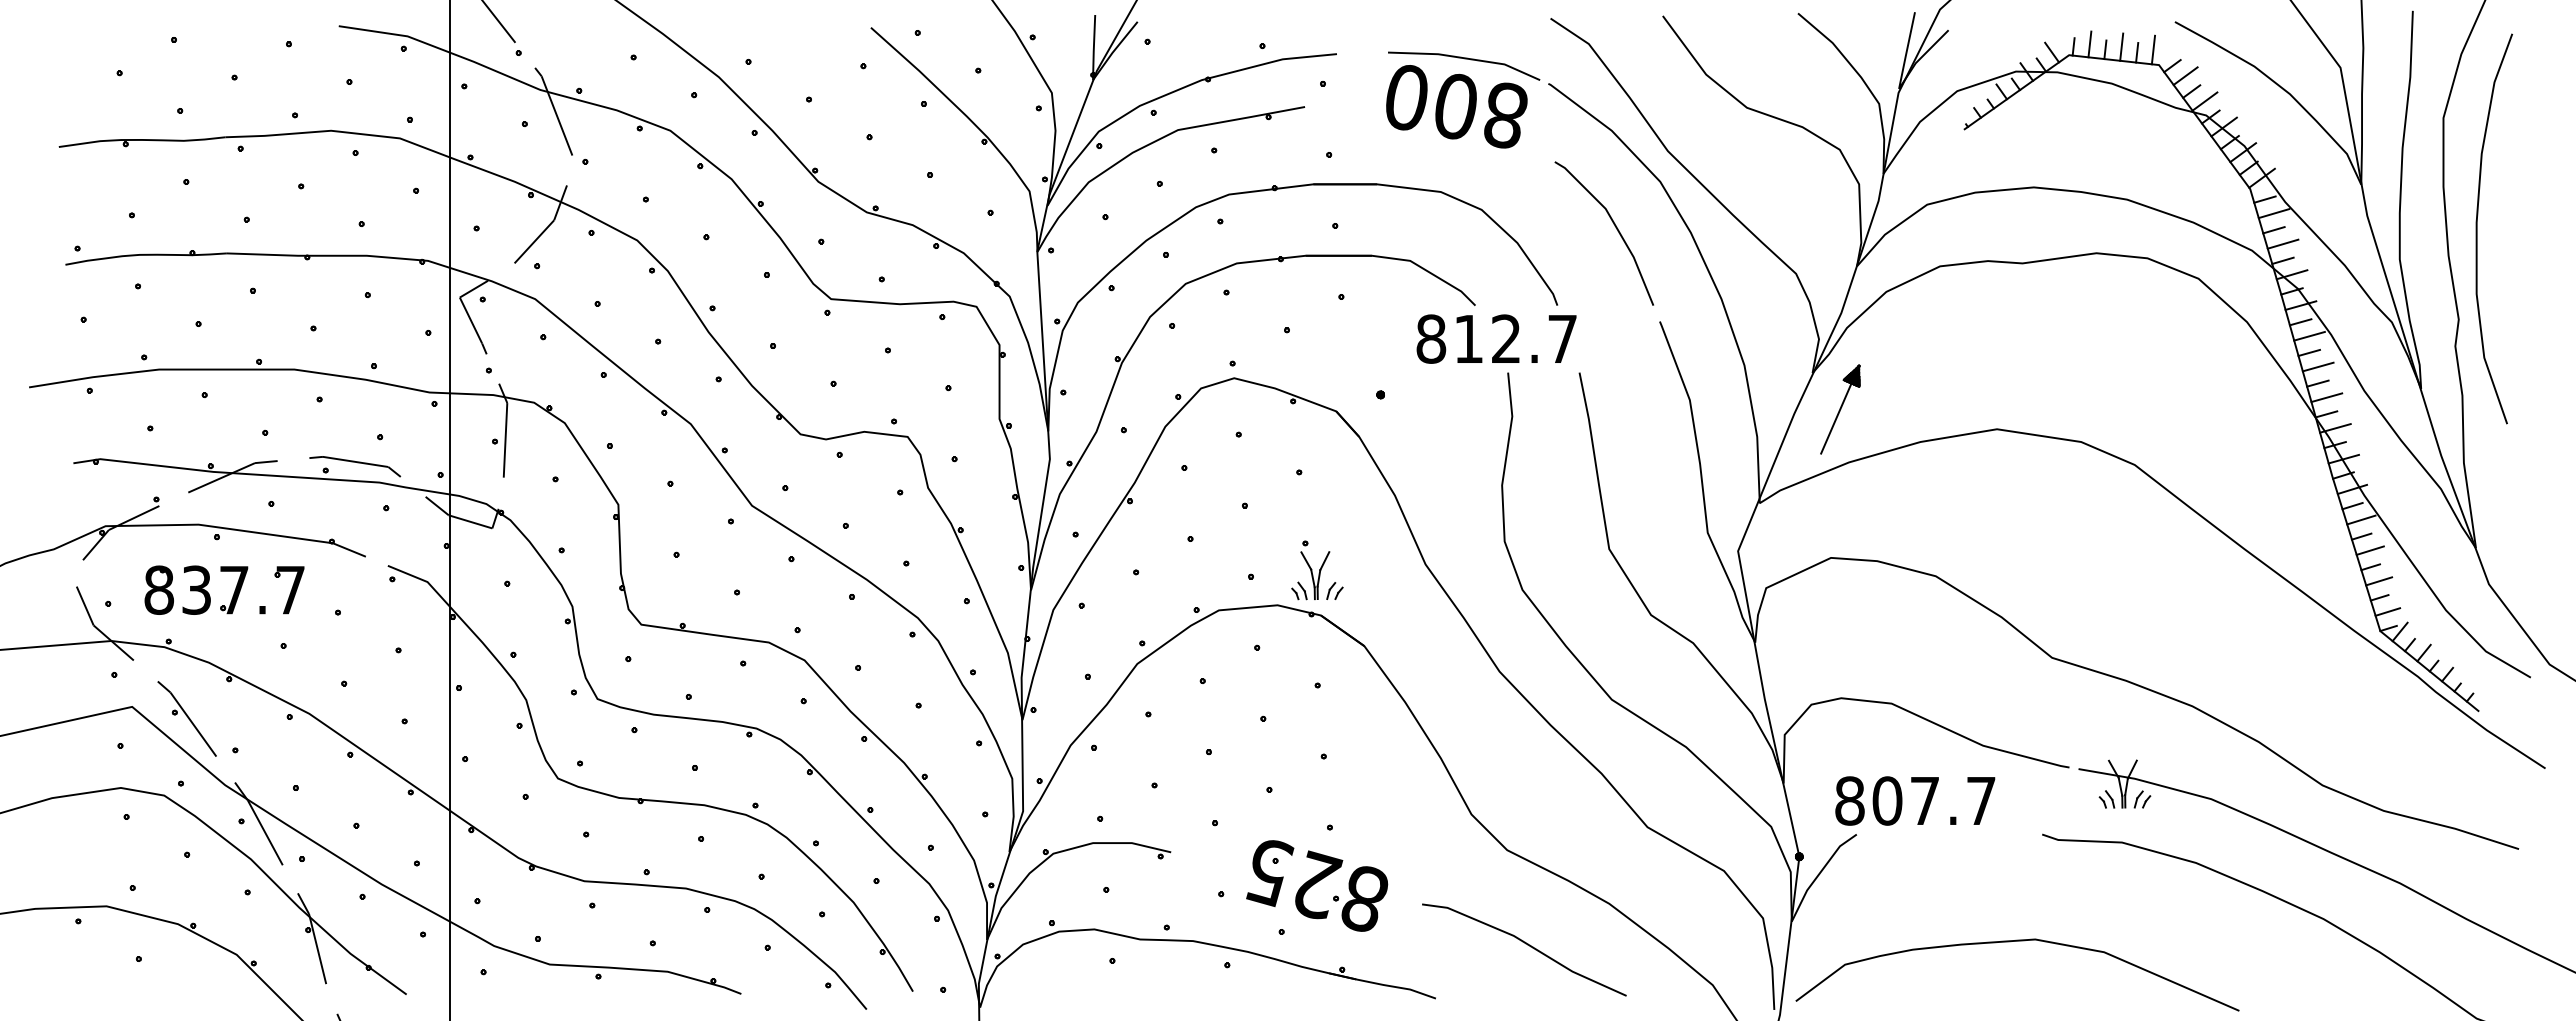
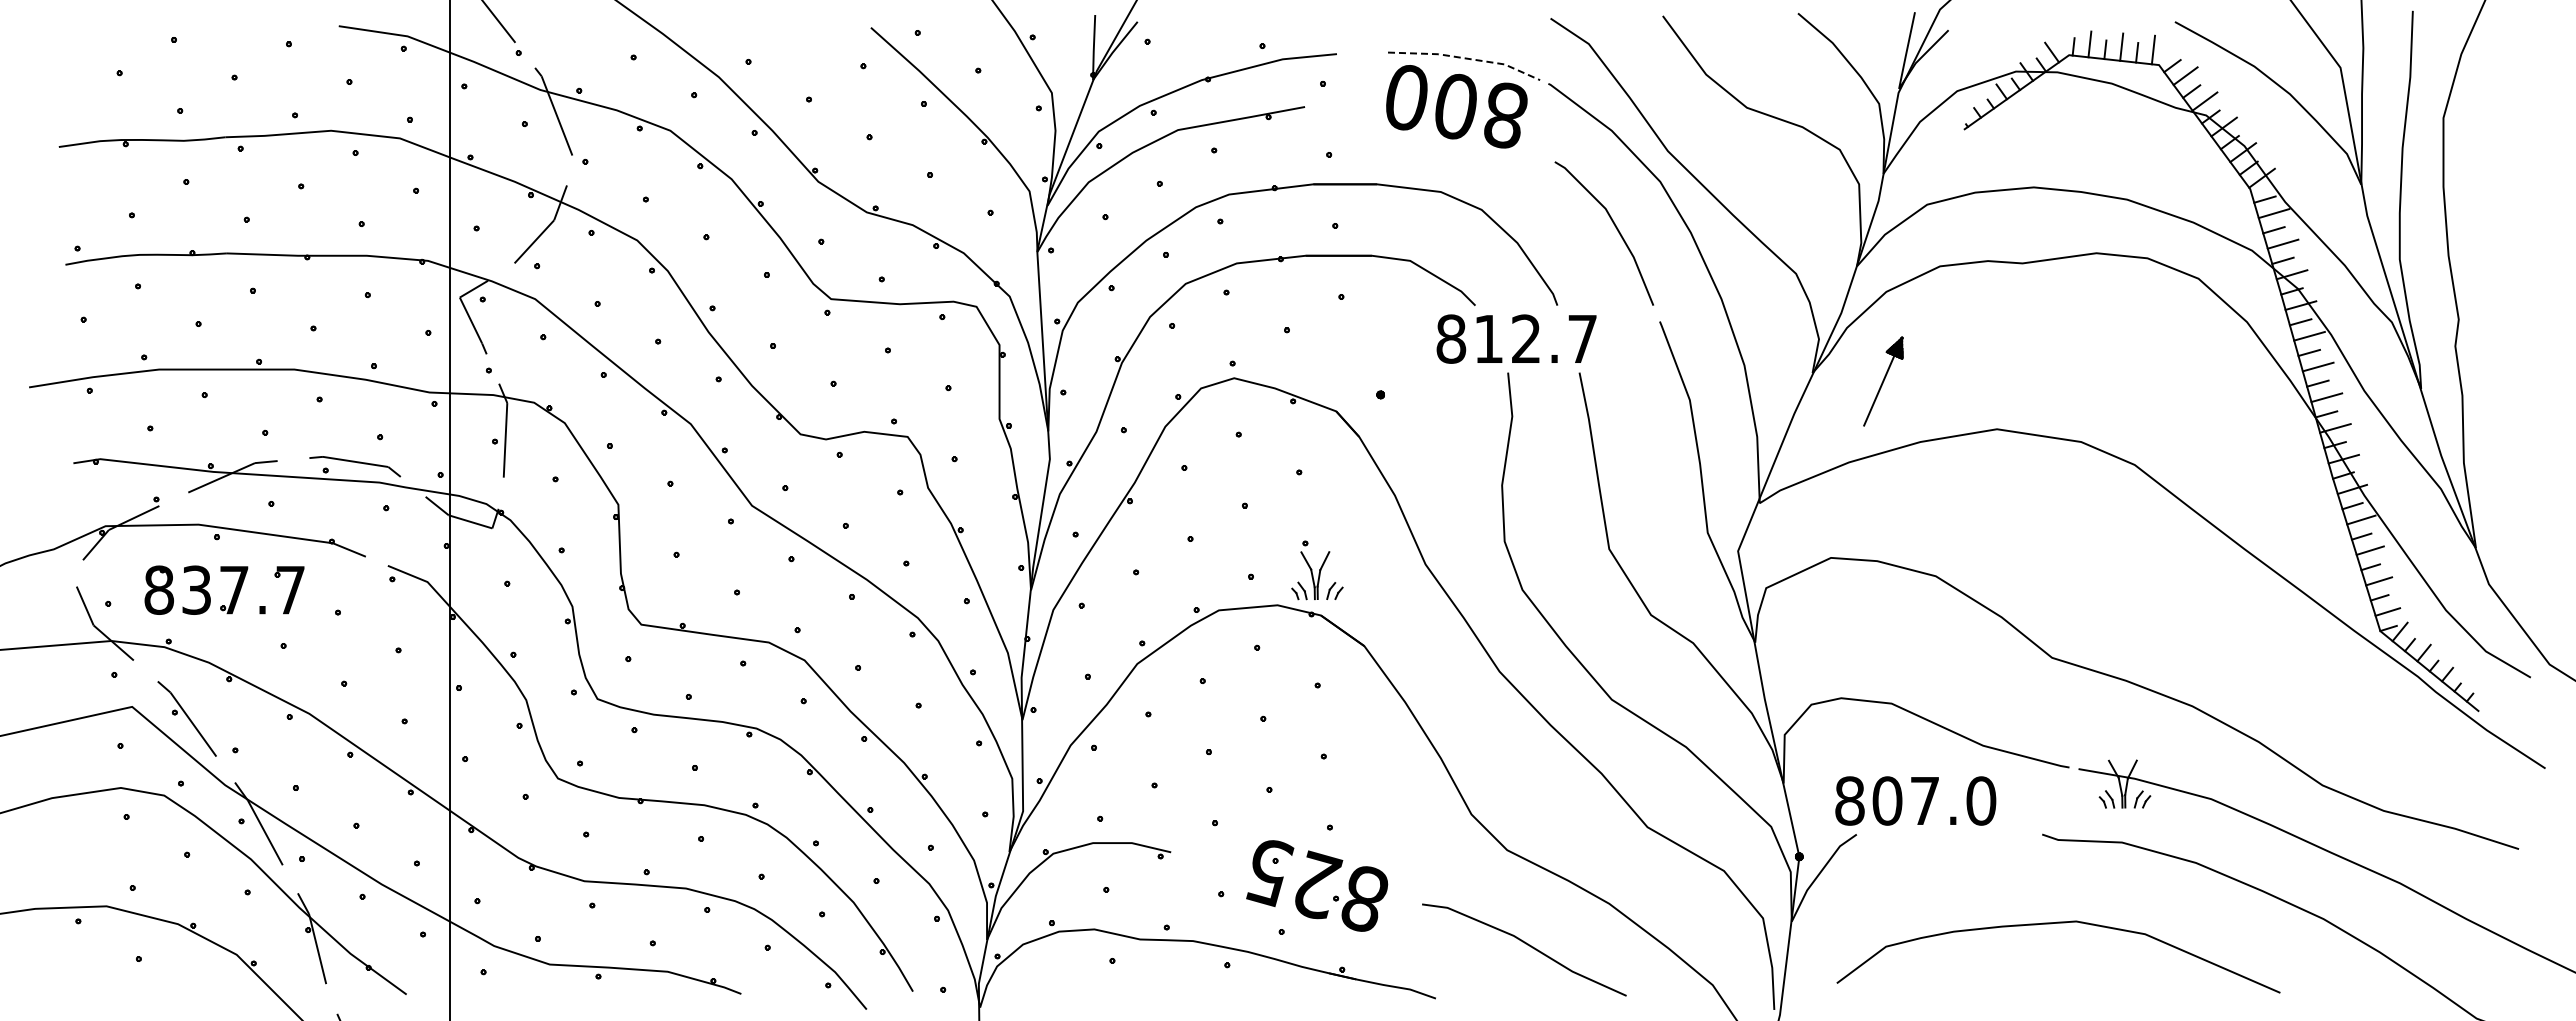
line at (1465, 58): solid -> dashed
curve at (2477, 228): present -> none
text at (1496, 338) position: (1496, 338) -> (1516, 338)
part at (1840, 409) position: (1840, 409) -> (1883, 381)
text at (1981, 800): 807.7 -> 807.0
curve at (2010, 942) position: (2010, 942) -> (2051, 924)
